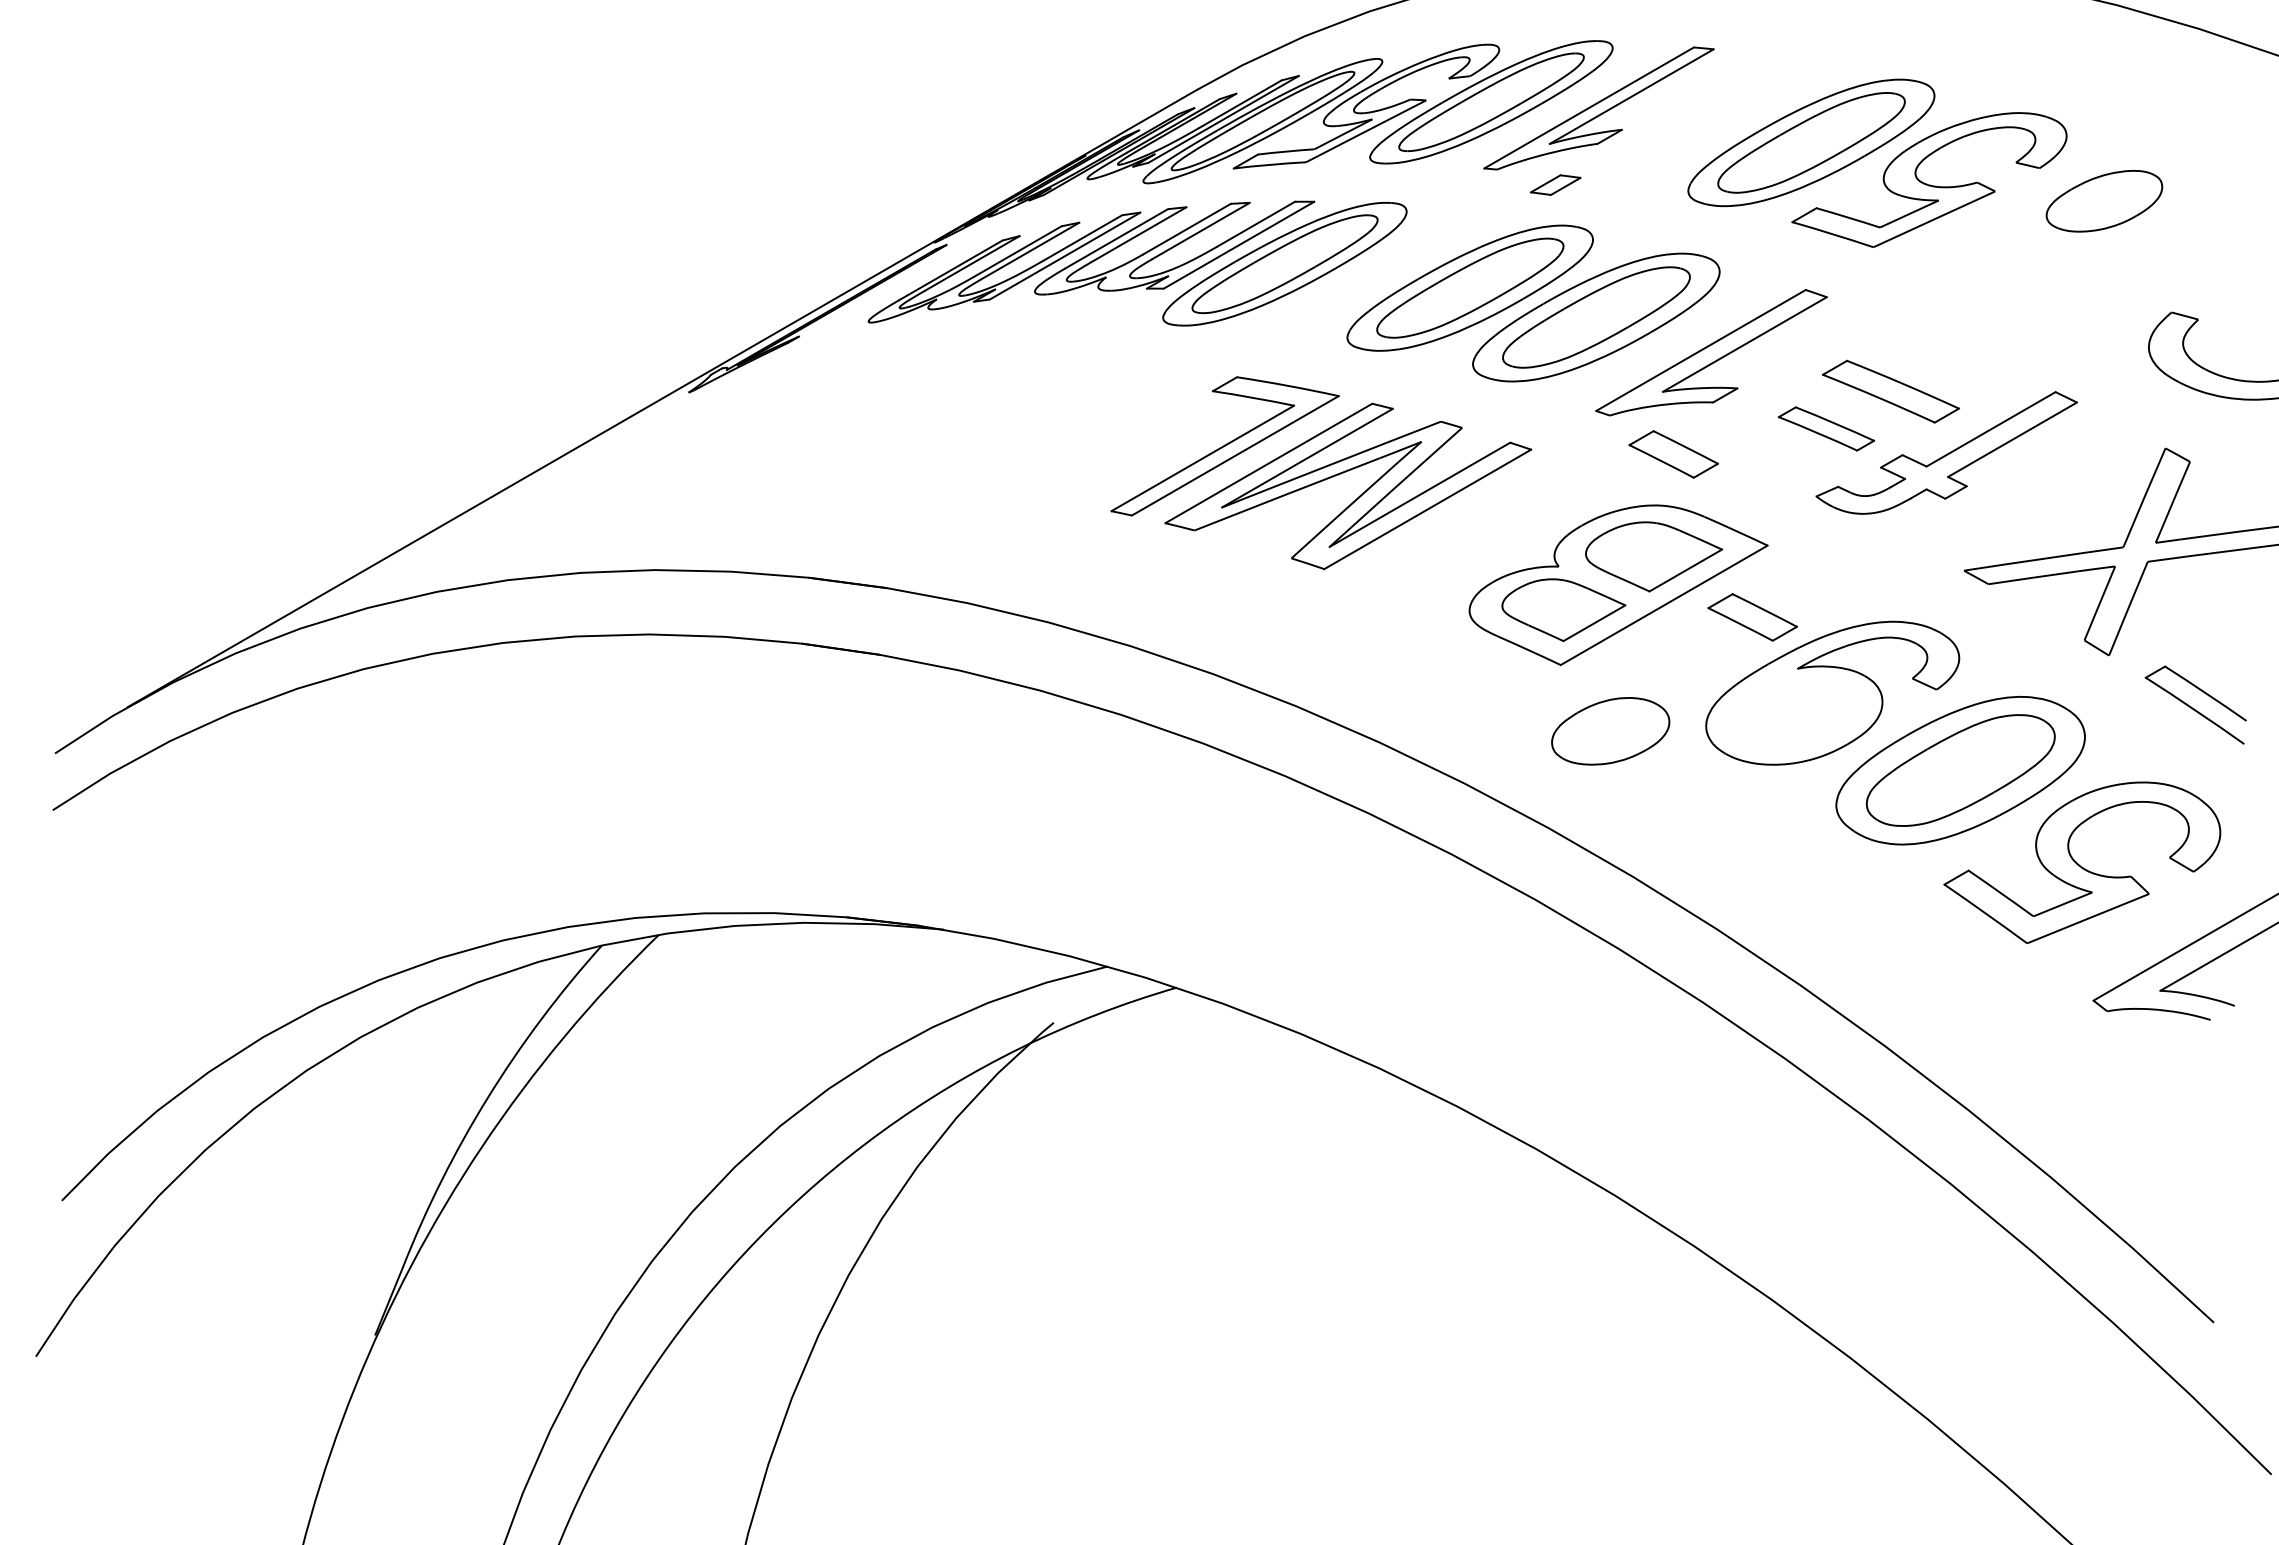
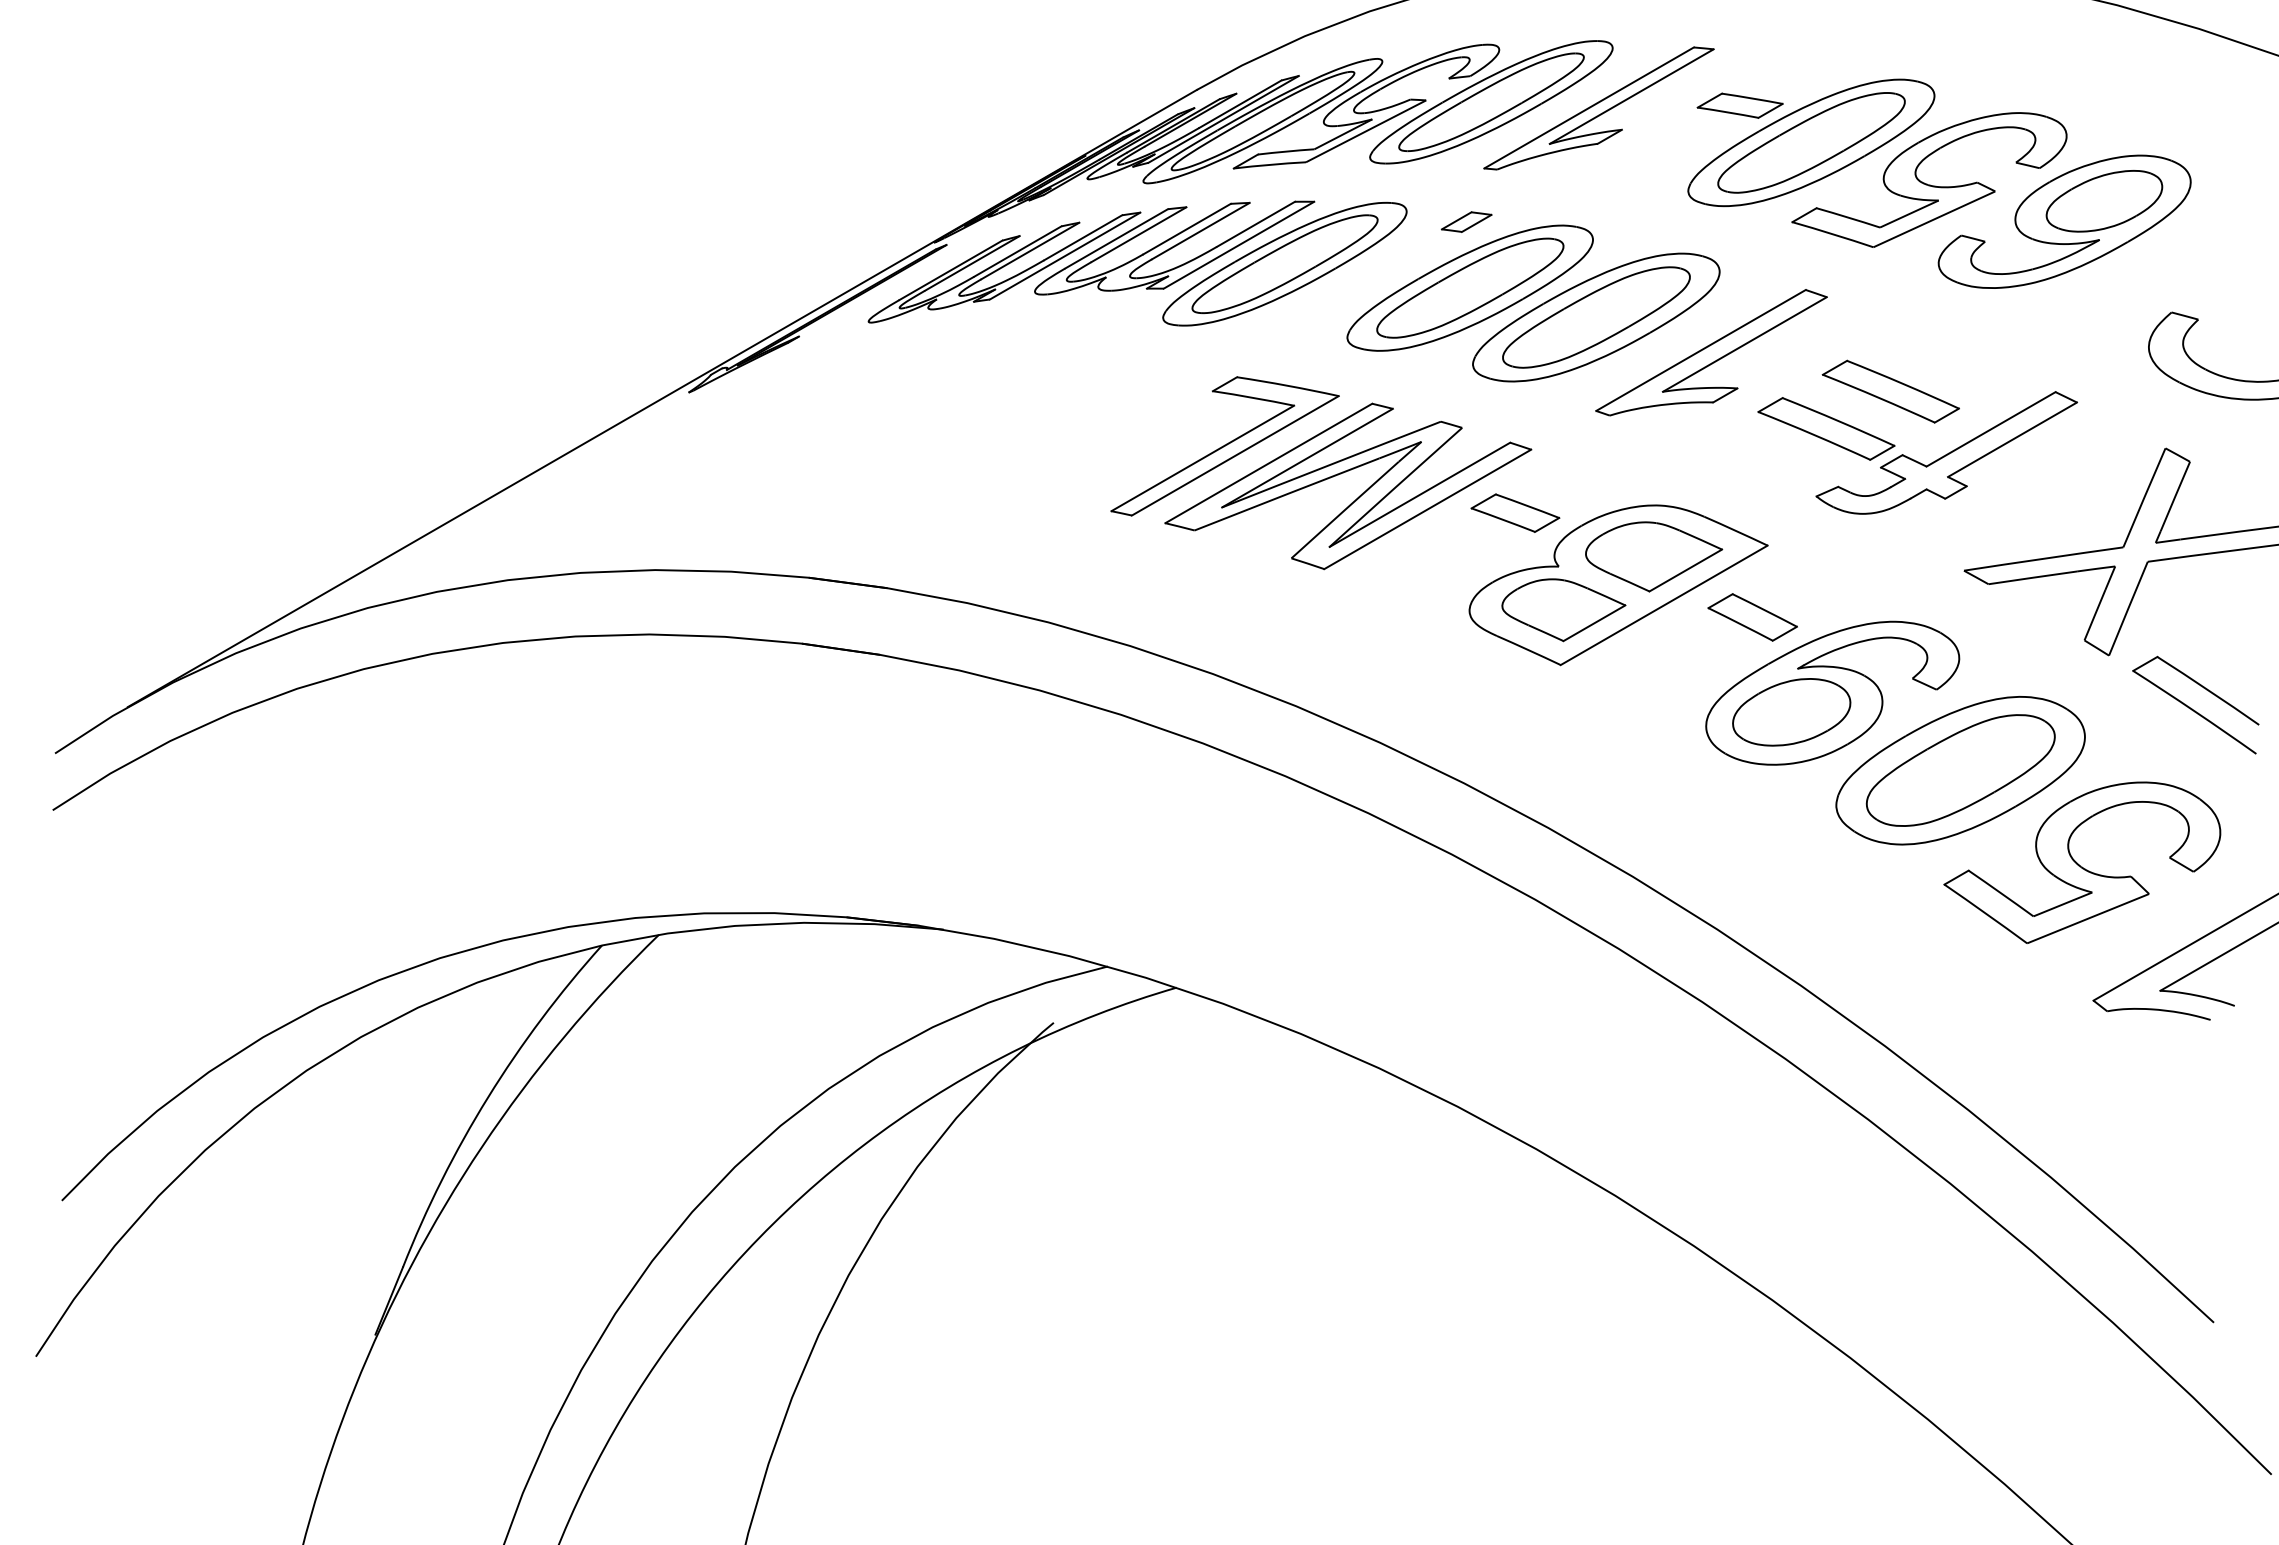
part at (1739, 105): none -> present
part at (1555, 184) position: (1555, 184) -> (1466, 221)
part at (2064, 221): none -> present
part at (1825, 428) size: 98x46 px -> 139x64 px
part at (1673, 454): present -> none
part at (1515, 512): none -> present
part at (2195, 704) size: 103x80 px -> 128x100 px
part at (1610, 731) position: (1610, 731) -> (1791, 712)
